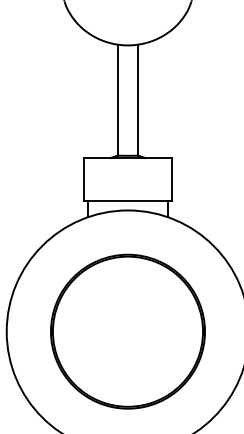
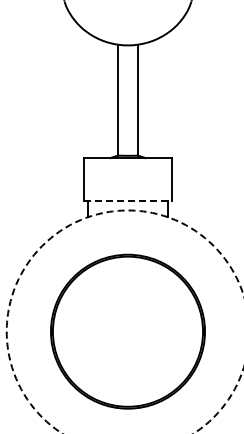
line at (128, 200): solid -> dashed
circle at (124, 321): solid -> dashed
